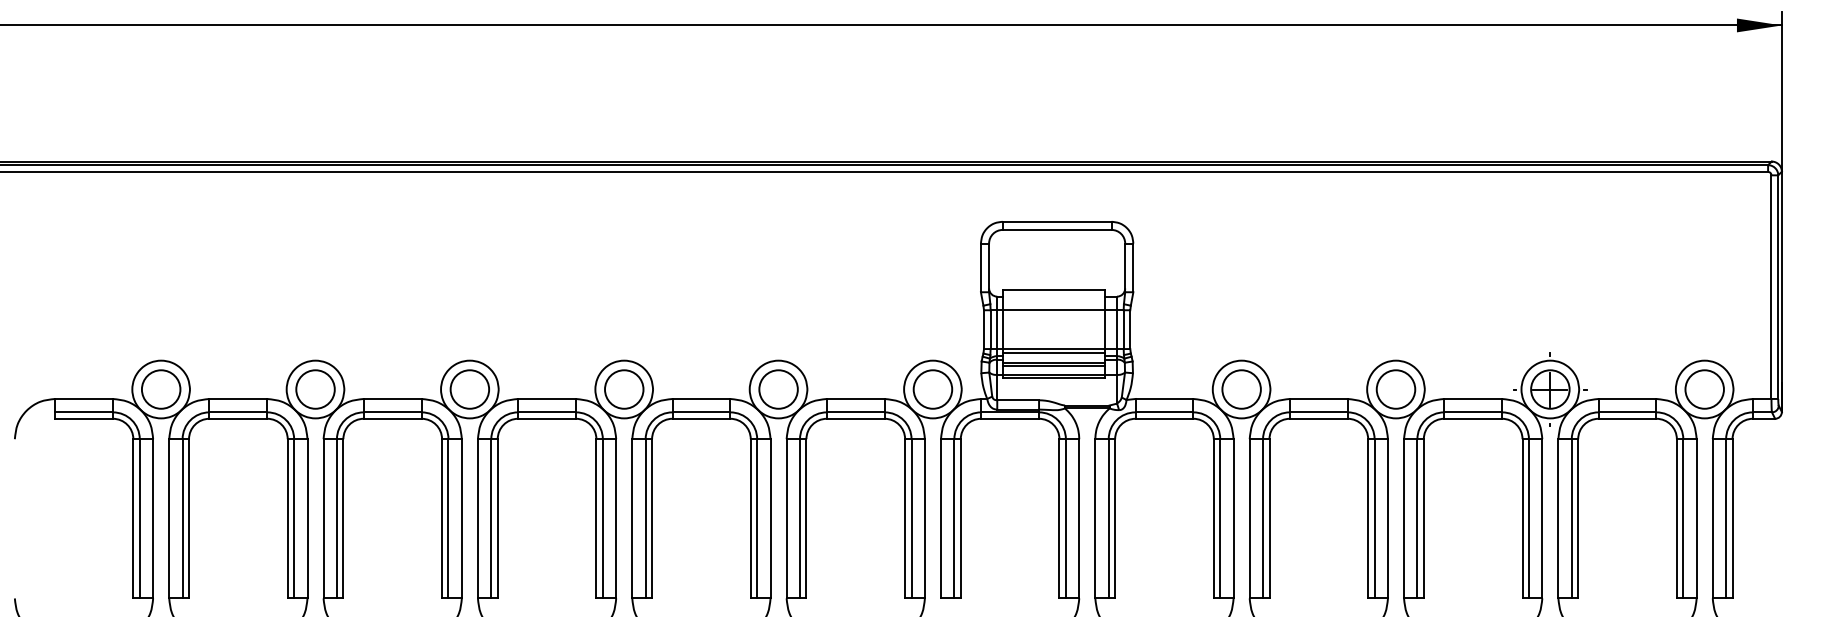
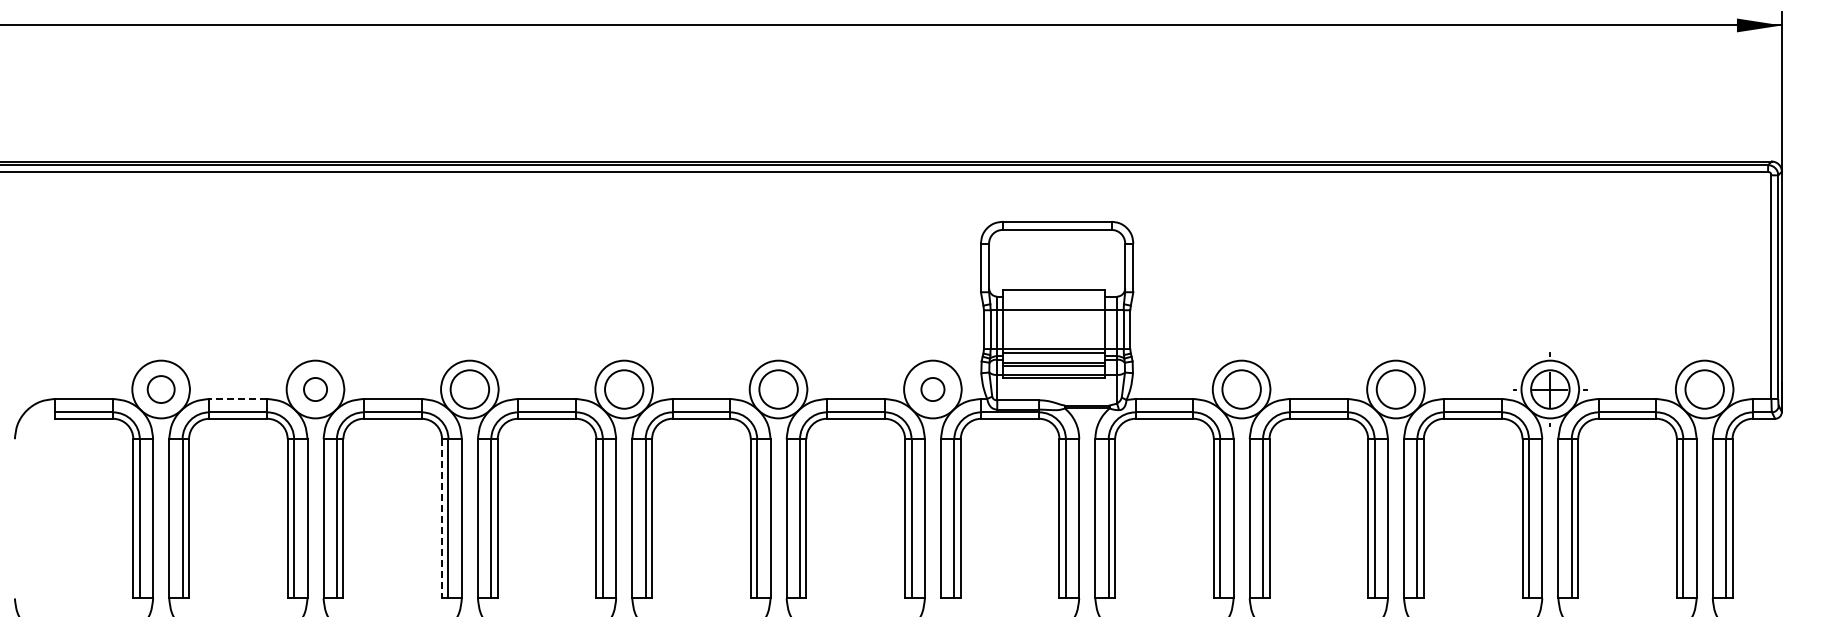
circle at (160, 389) diameter: 38 px -> 27 px
circle at (315, 389) diameter: 38 px -> 23 px
circle at (932, 389) diameter: 38 px -> 23 px
line at (238, 398): solid -> dashed
line at (442, 518): solid -> dashed
